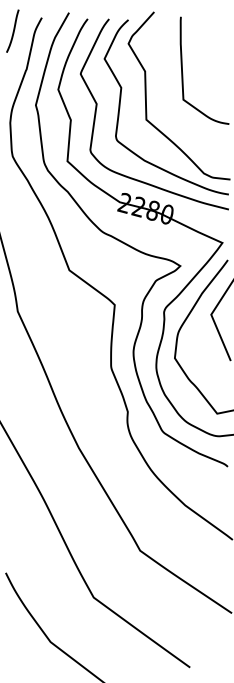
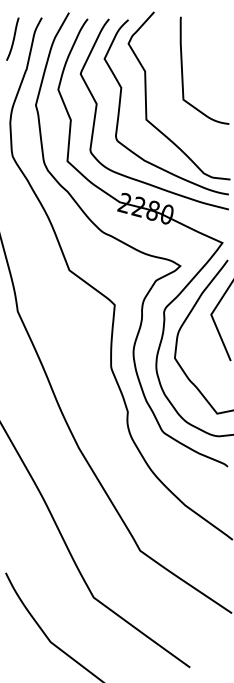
curve at (13, 30) position: (13, 30) -> (13, 38)
